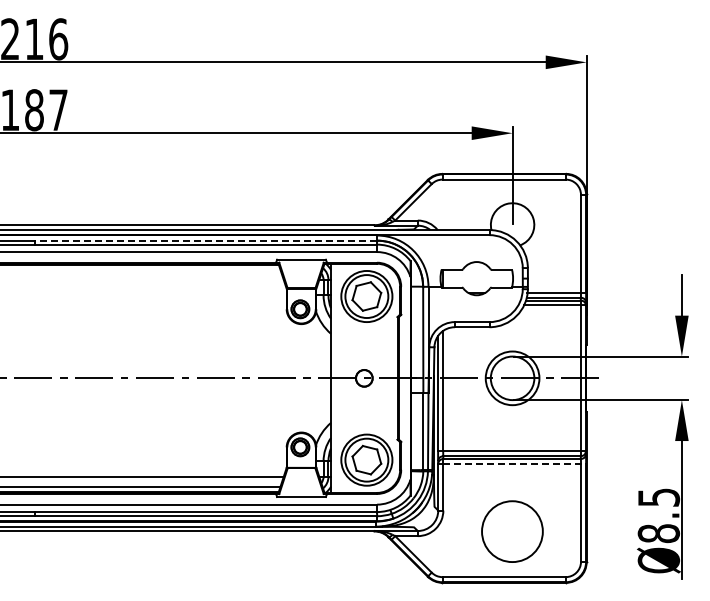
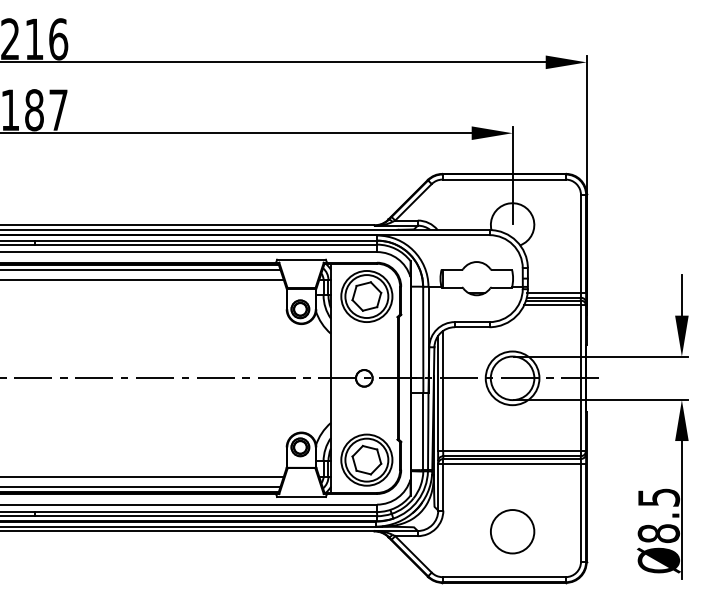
line at (205, 240): dashed -> solid
line at (141, 269): none -> present
line at (142, 279): none -> present
line at (515, 463): dashed -> solid
circle at (512, 531) size: 63x63 px -> 46x46 px
